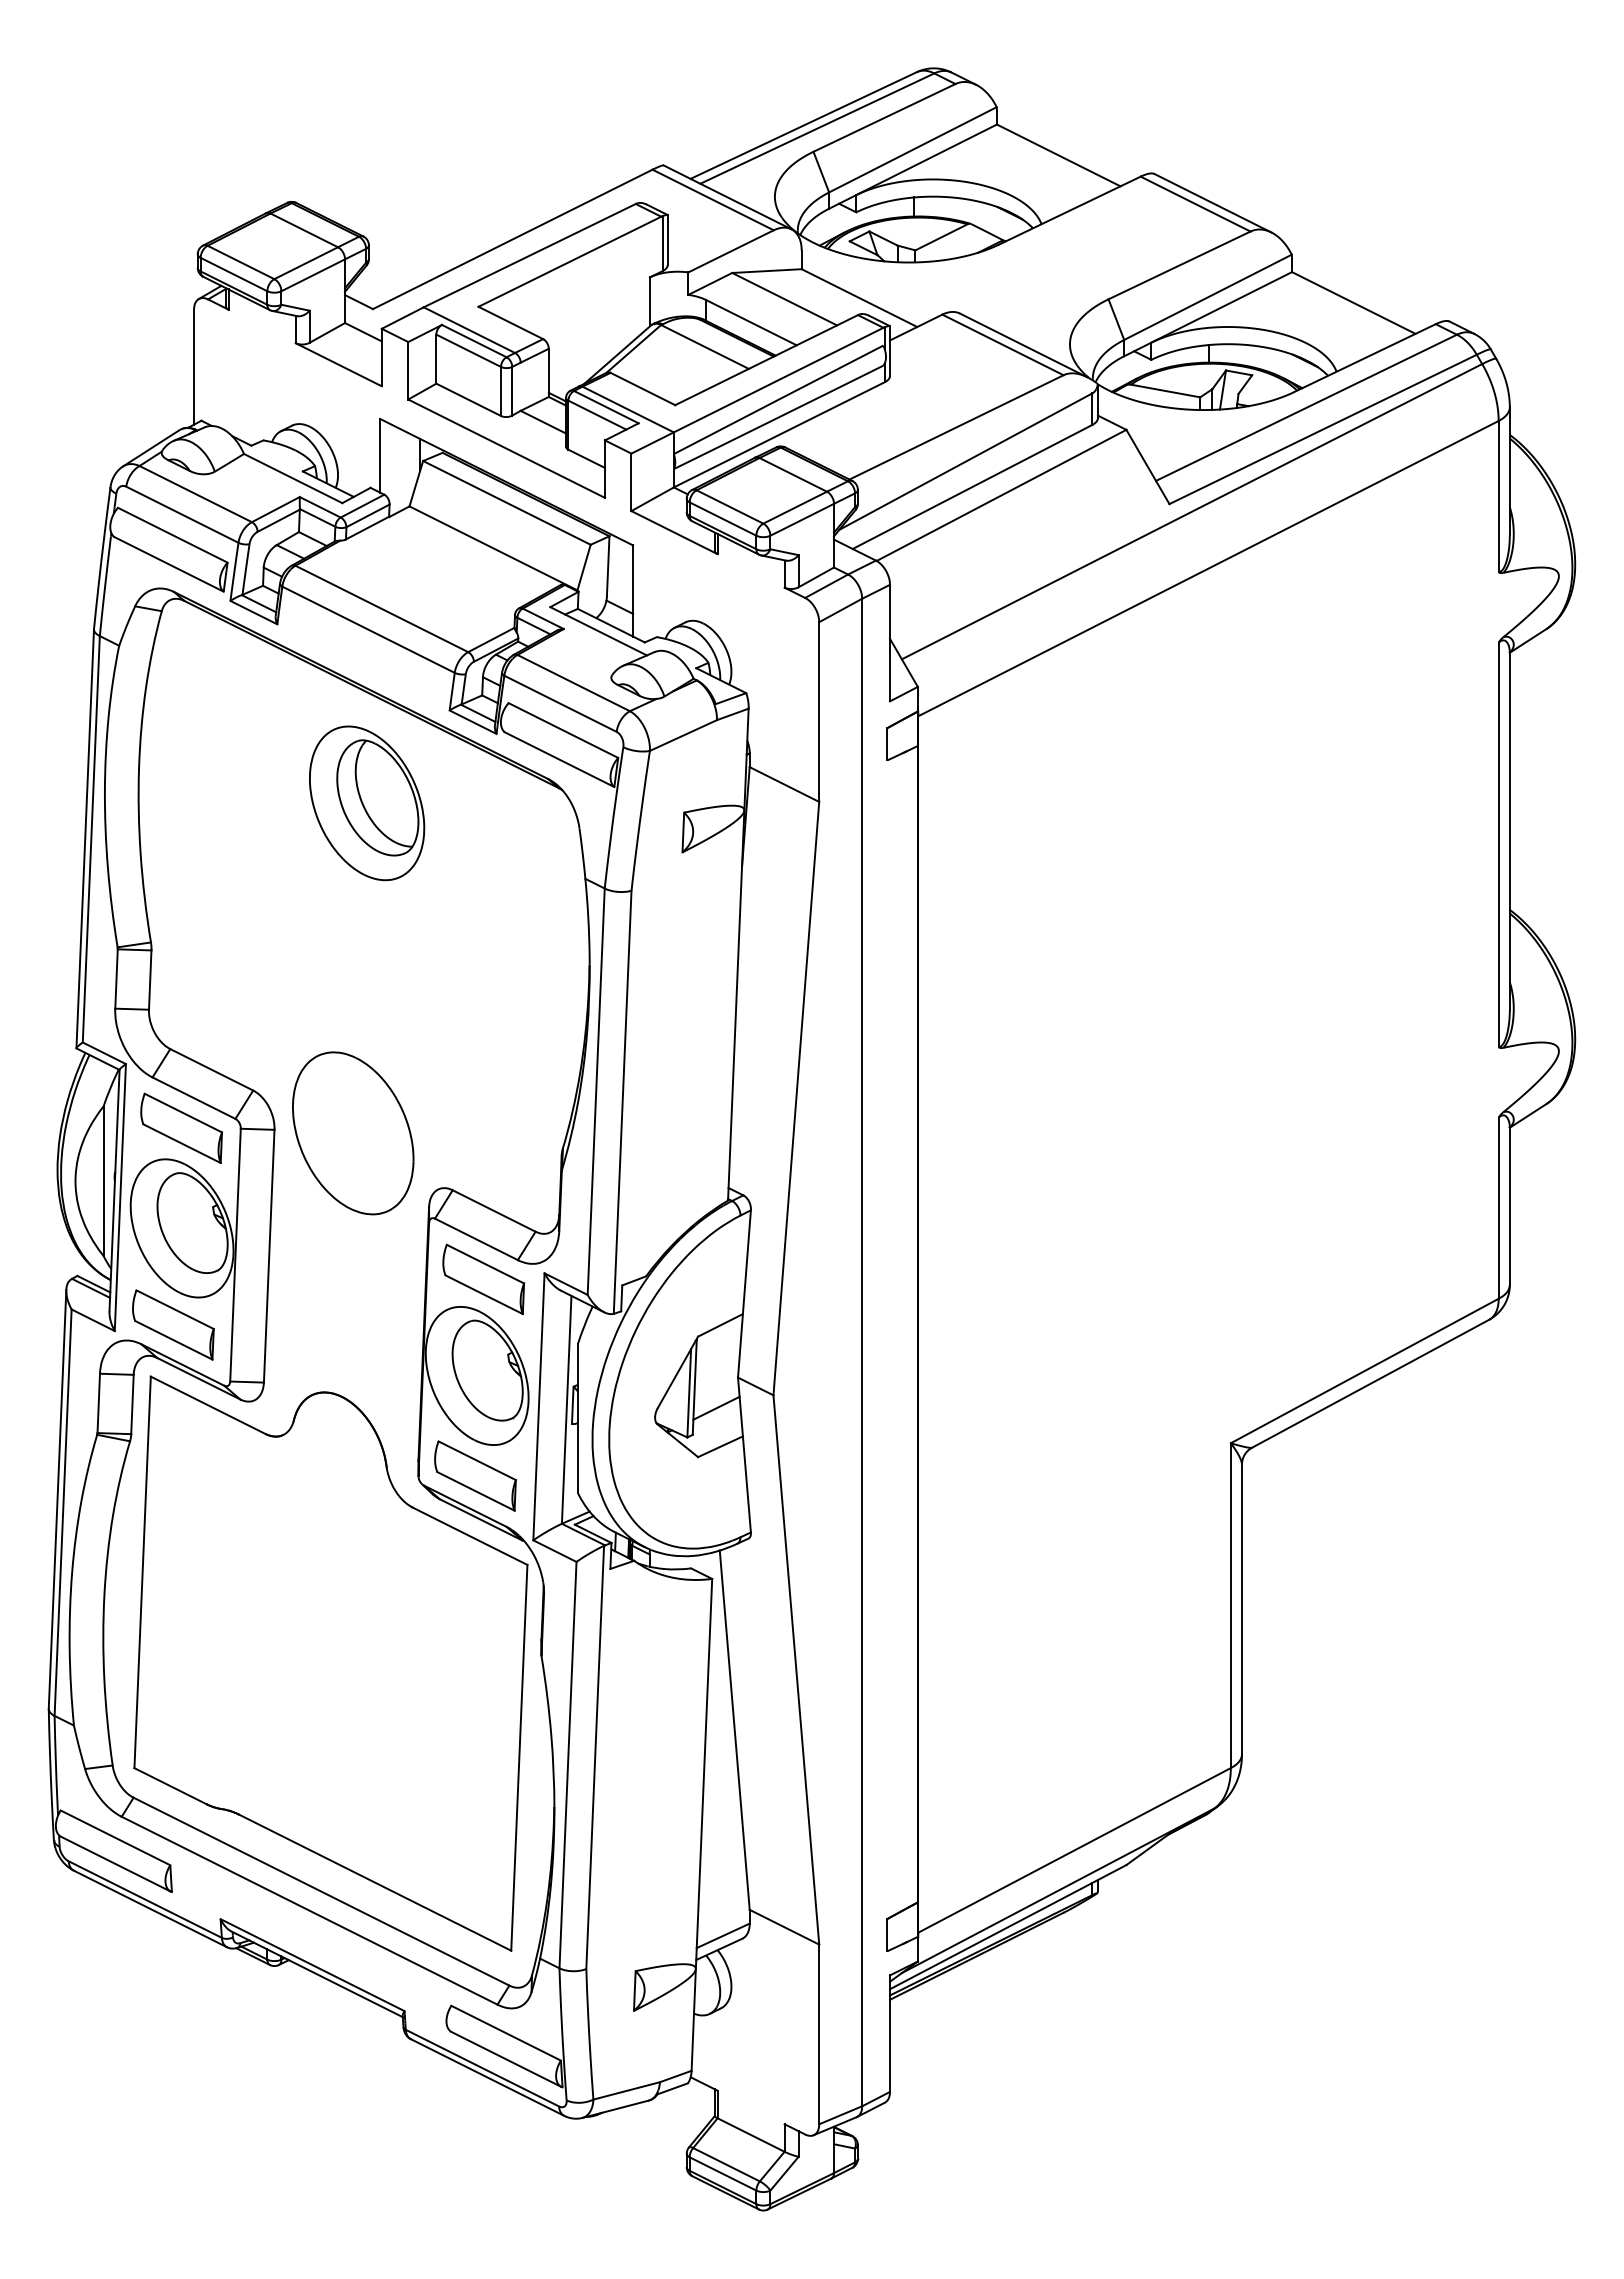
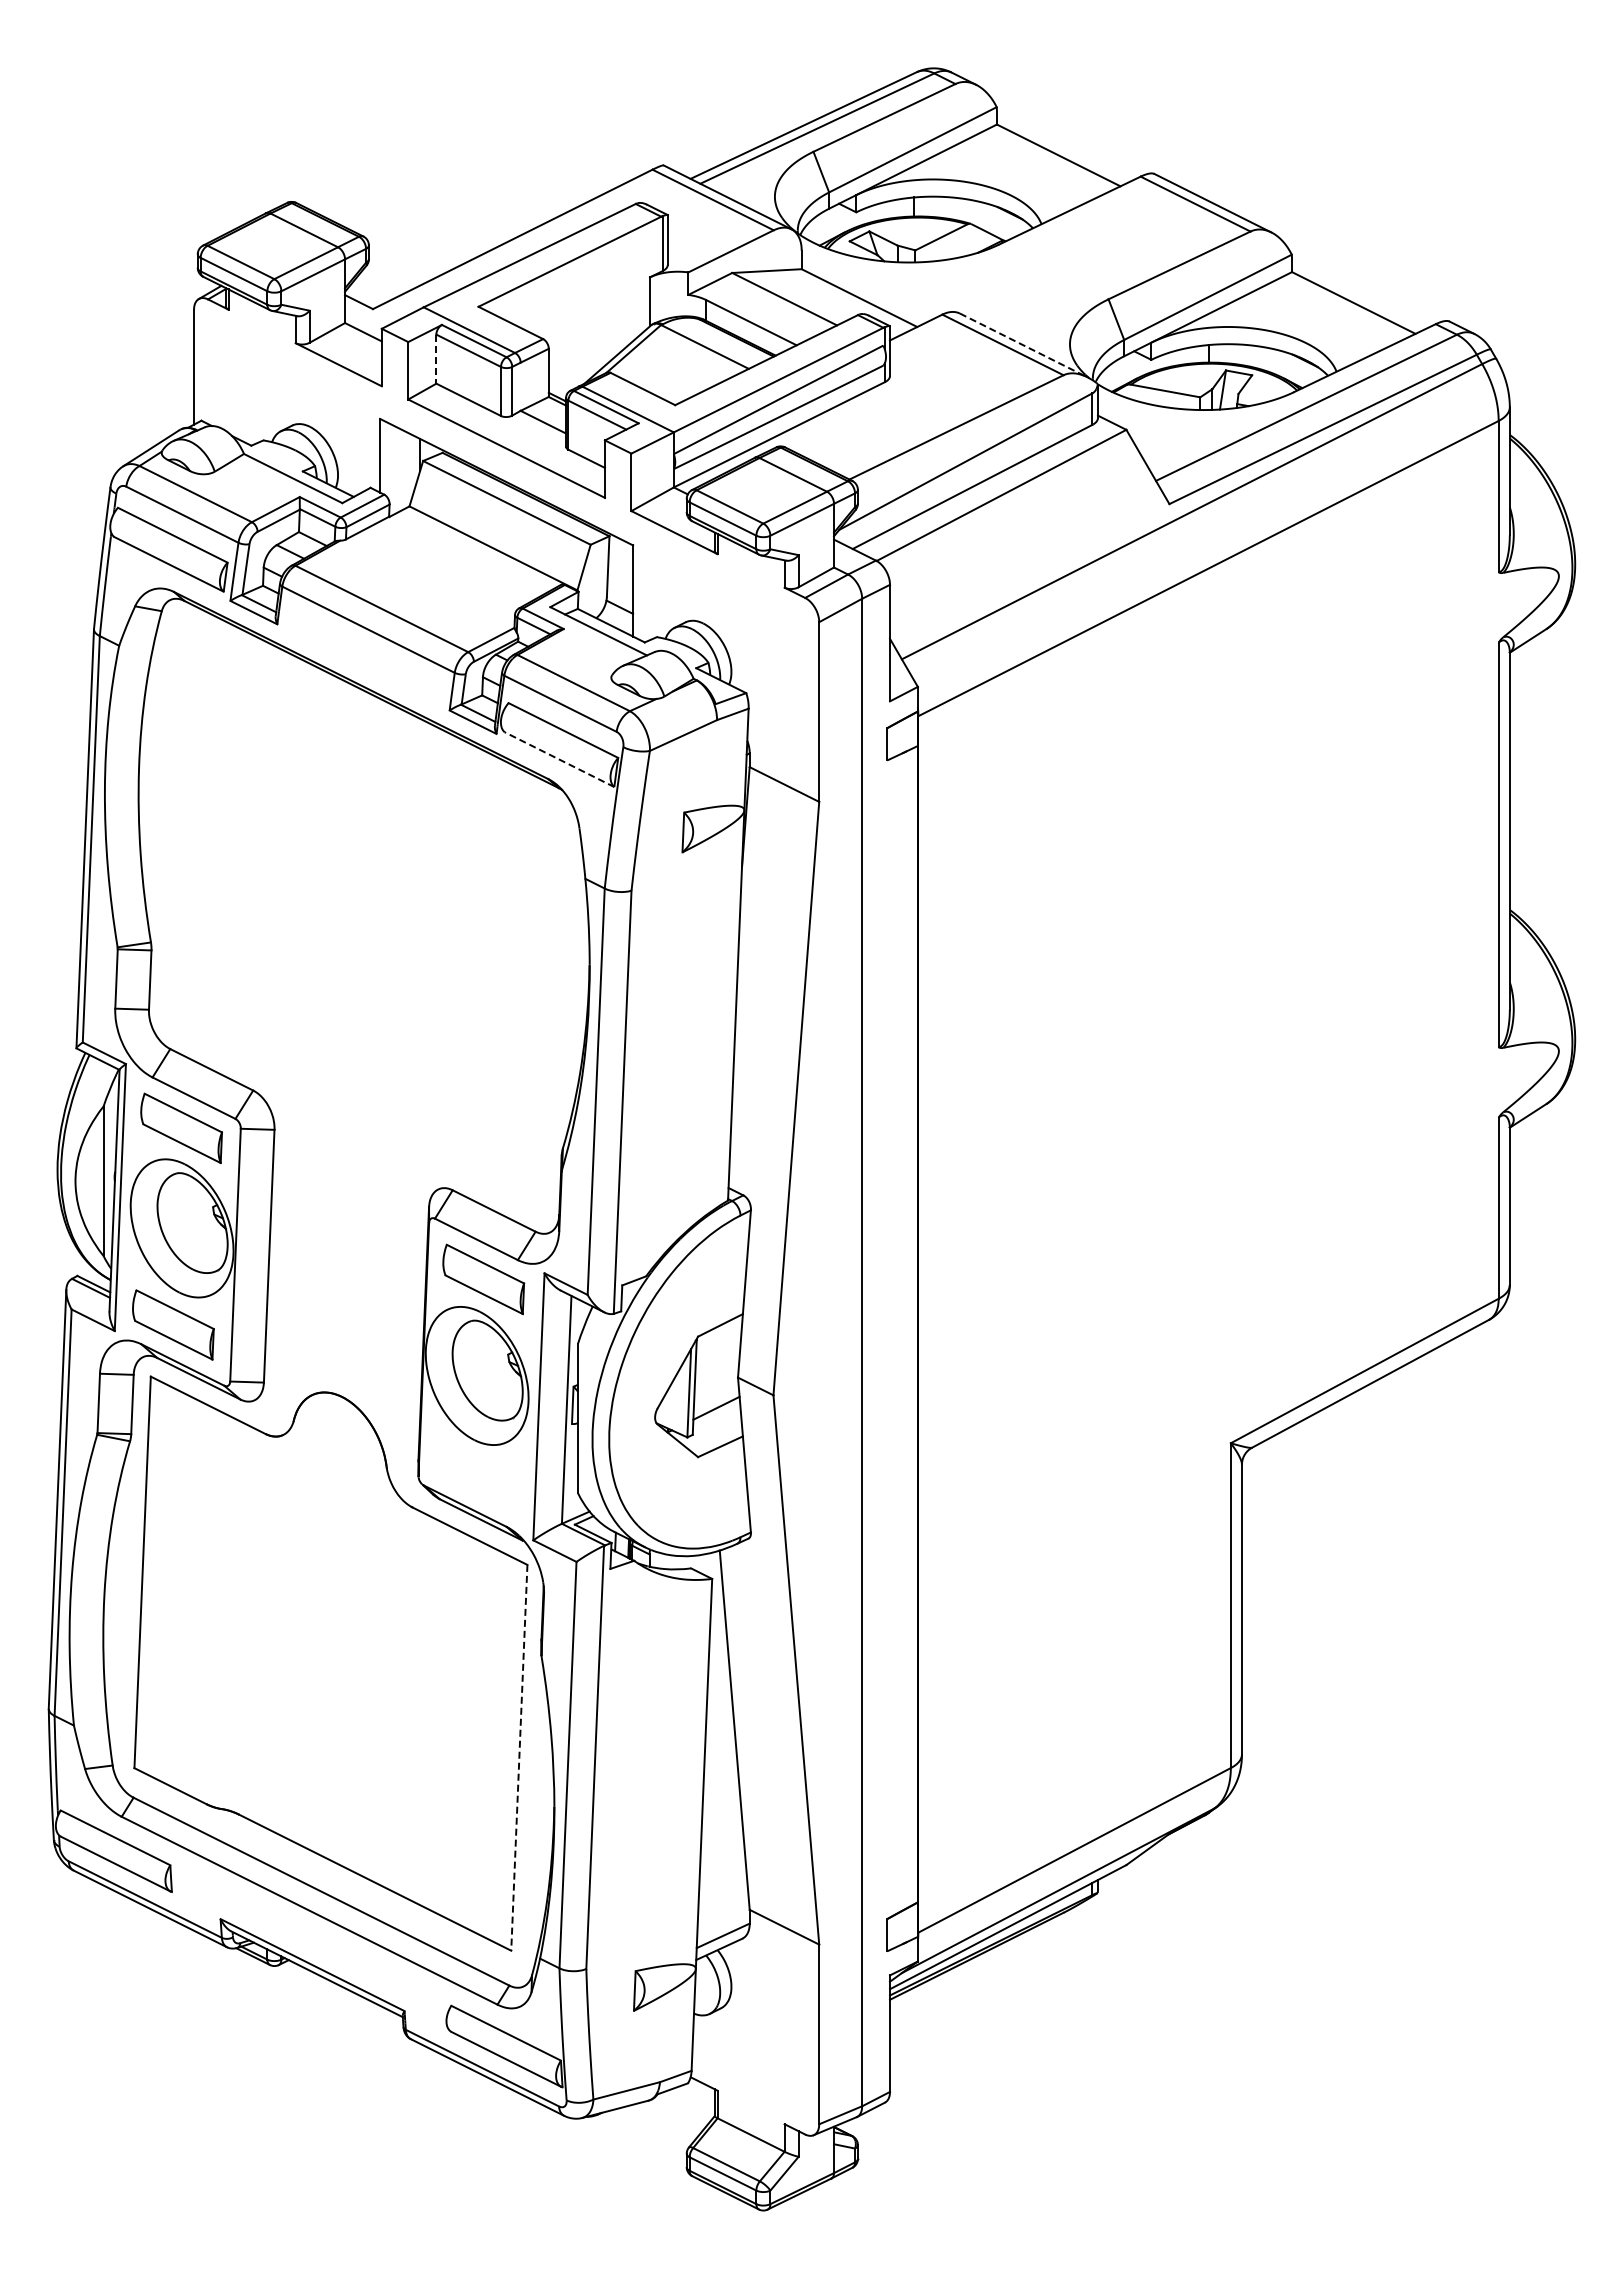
line at (1024, 345): solid -> dashed
line at (436, 359): solid -> dashed
line at (559, 759): solid -> dashed
part at (367, 803): present -> none
part at (353, 1133): present -> none
part at (475, 1475): present -> none
line at (519, 1758): solid -> dashed
